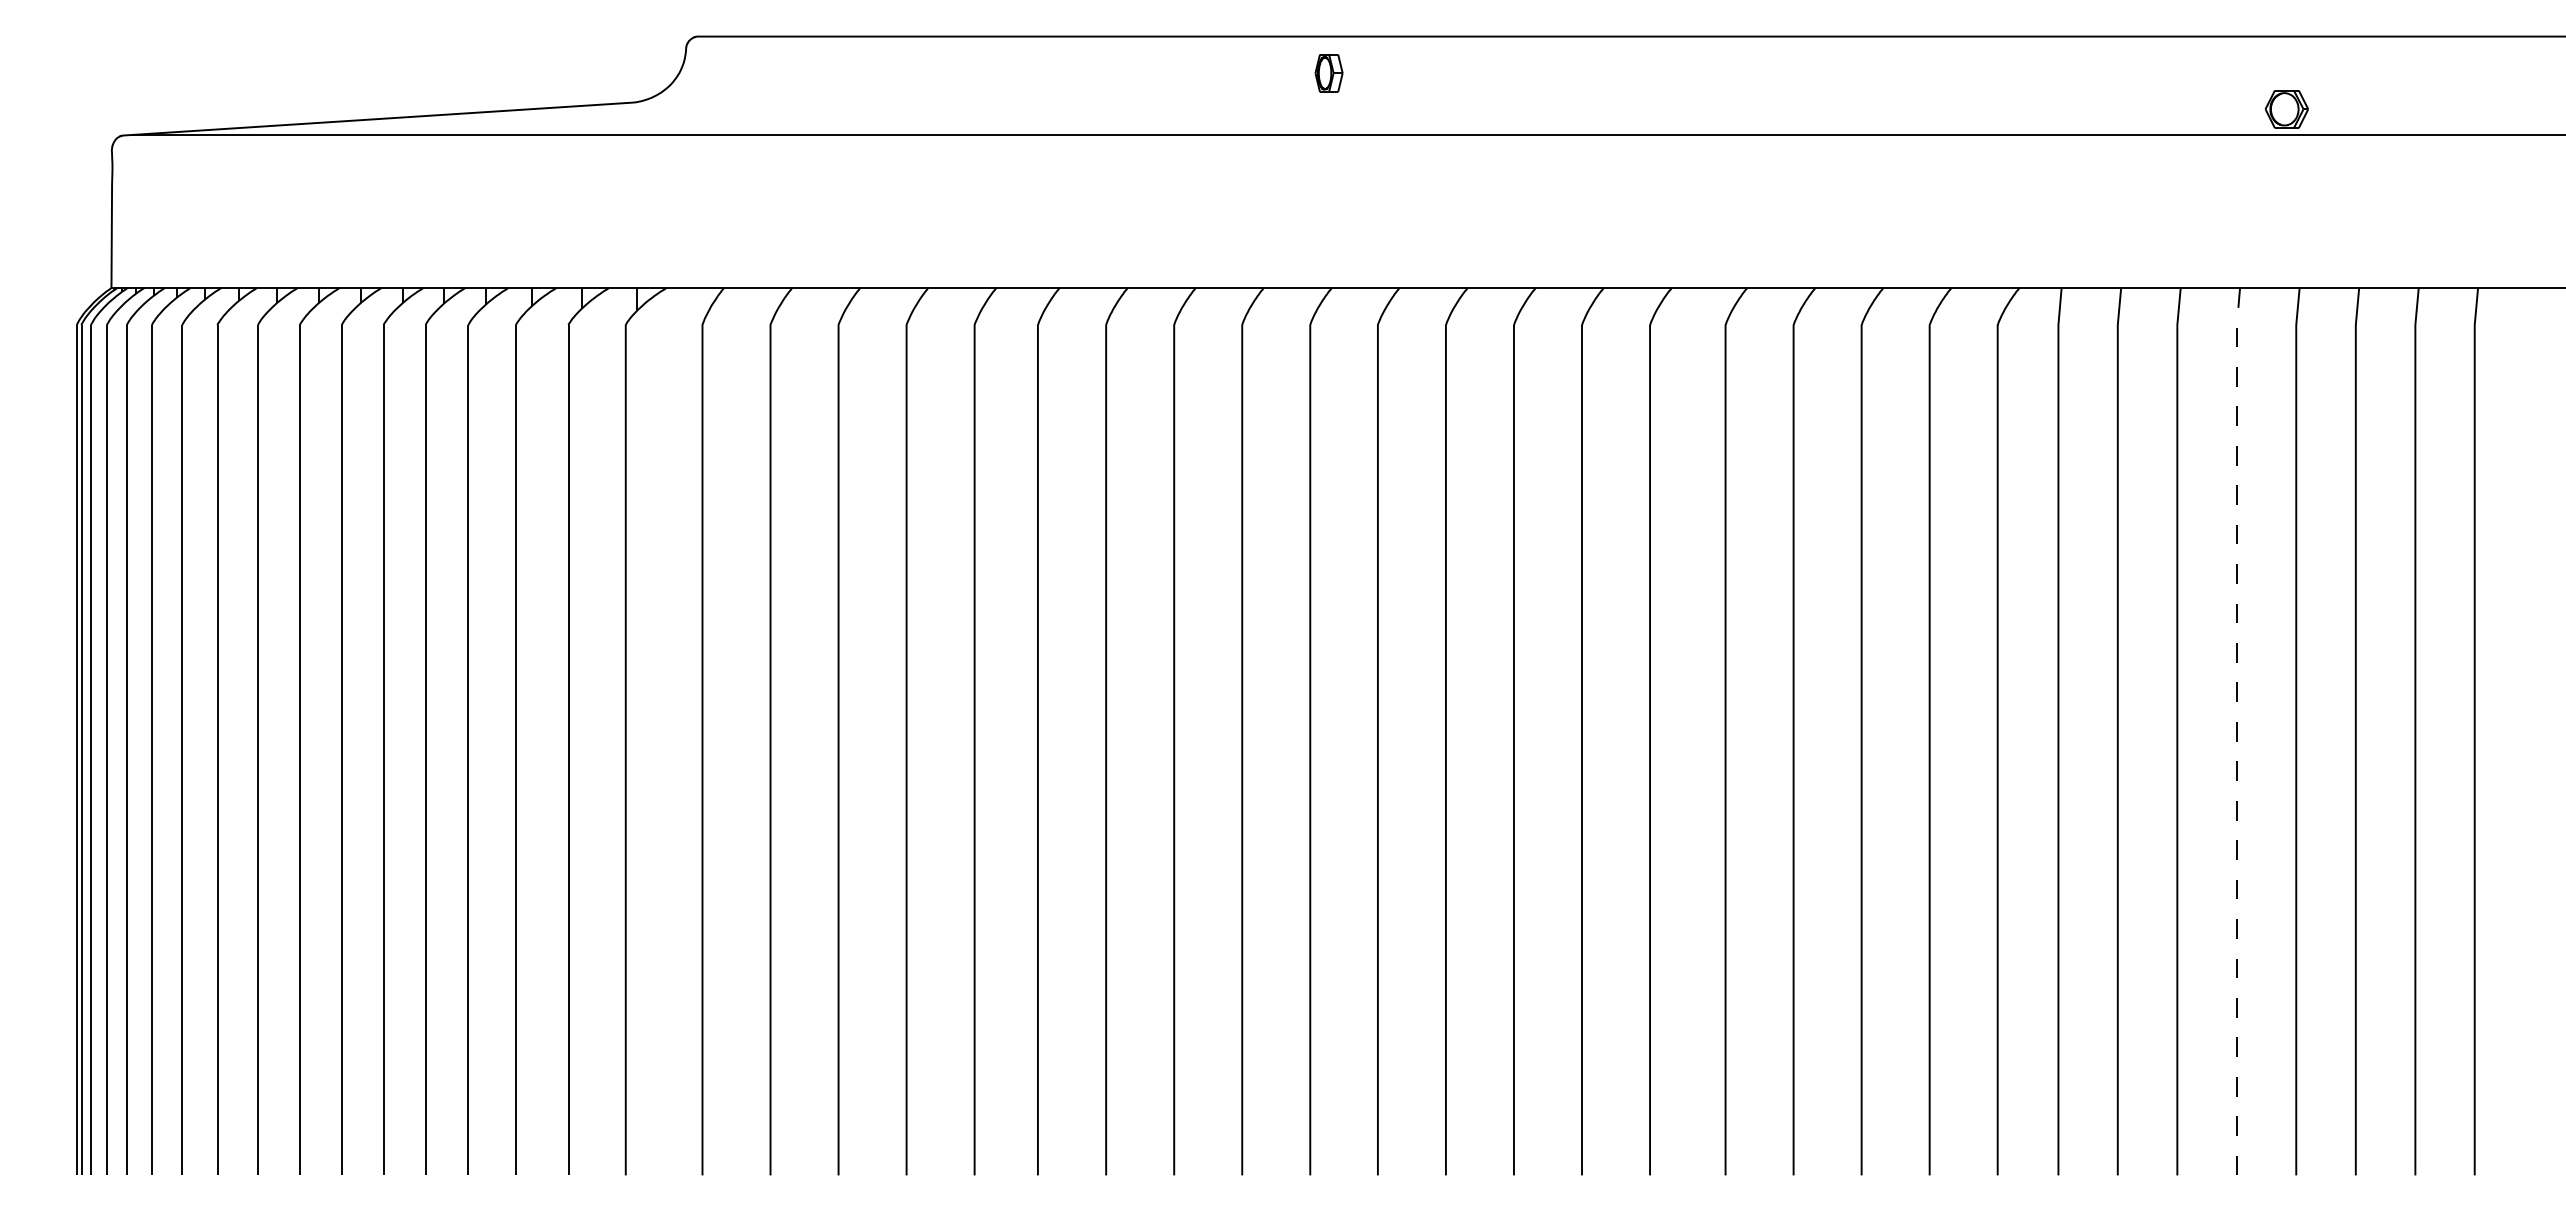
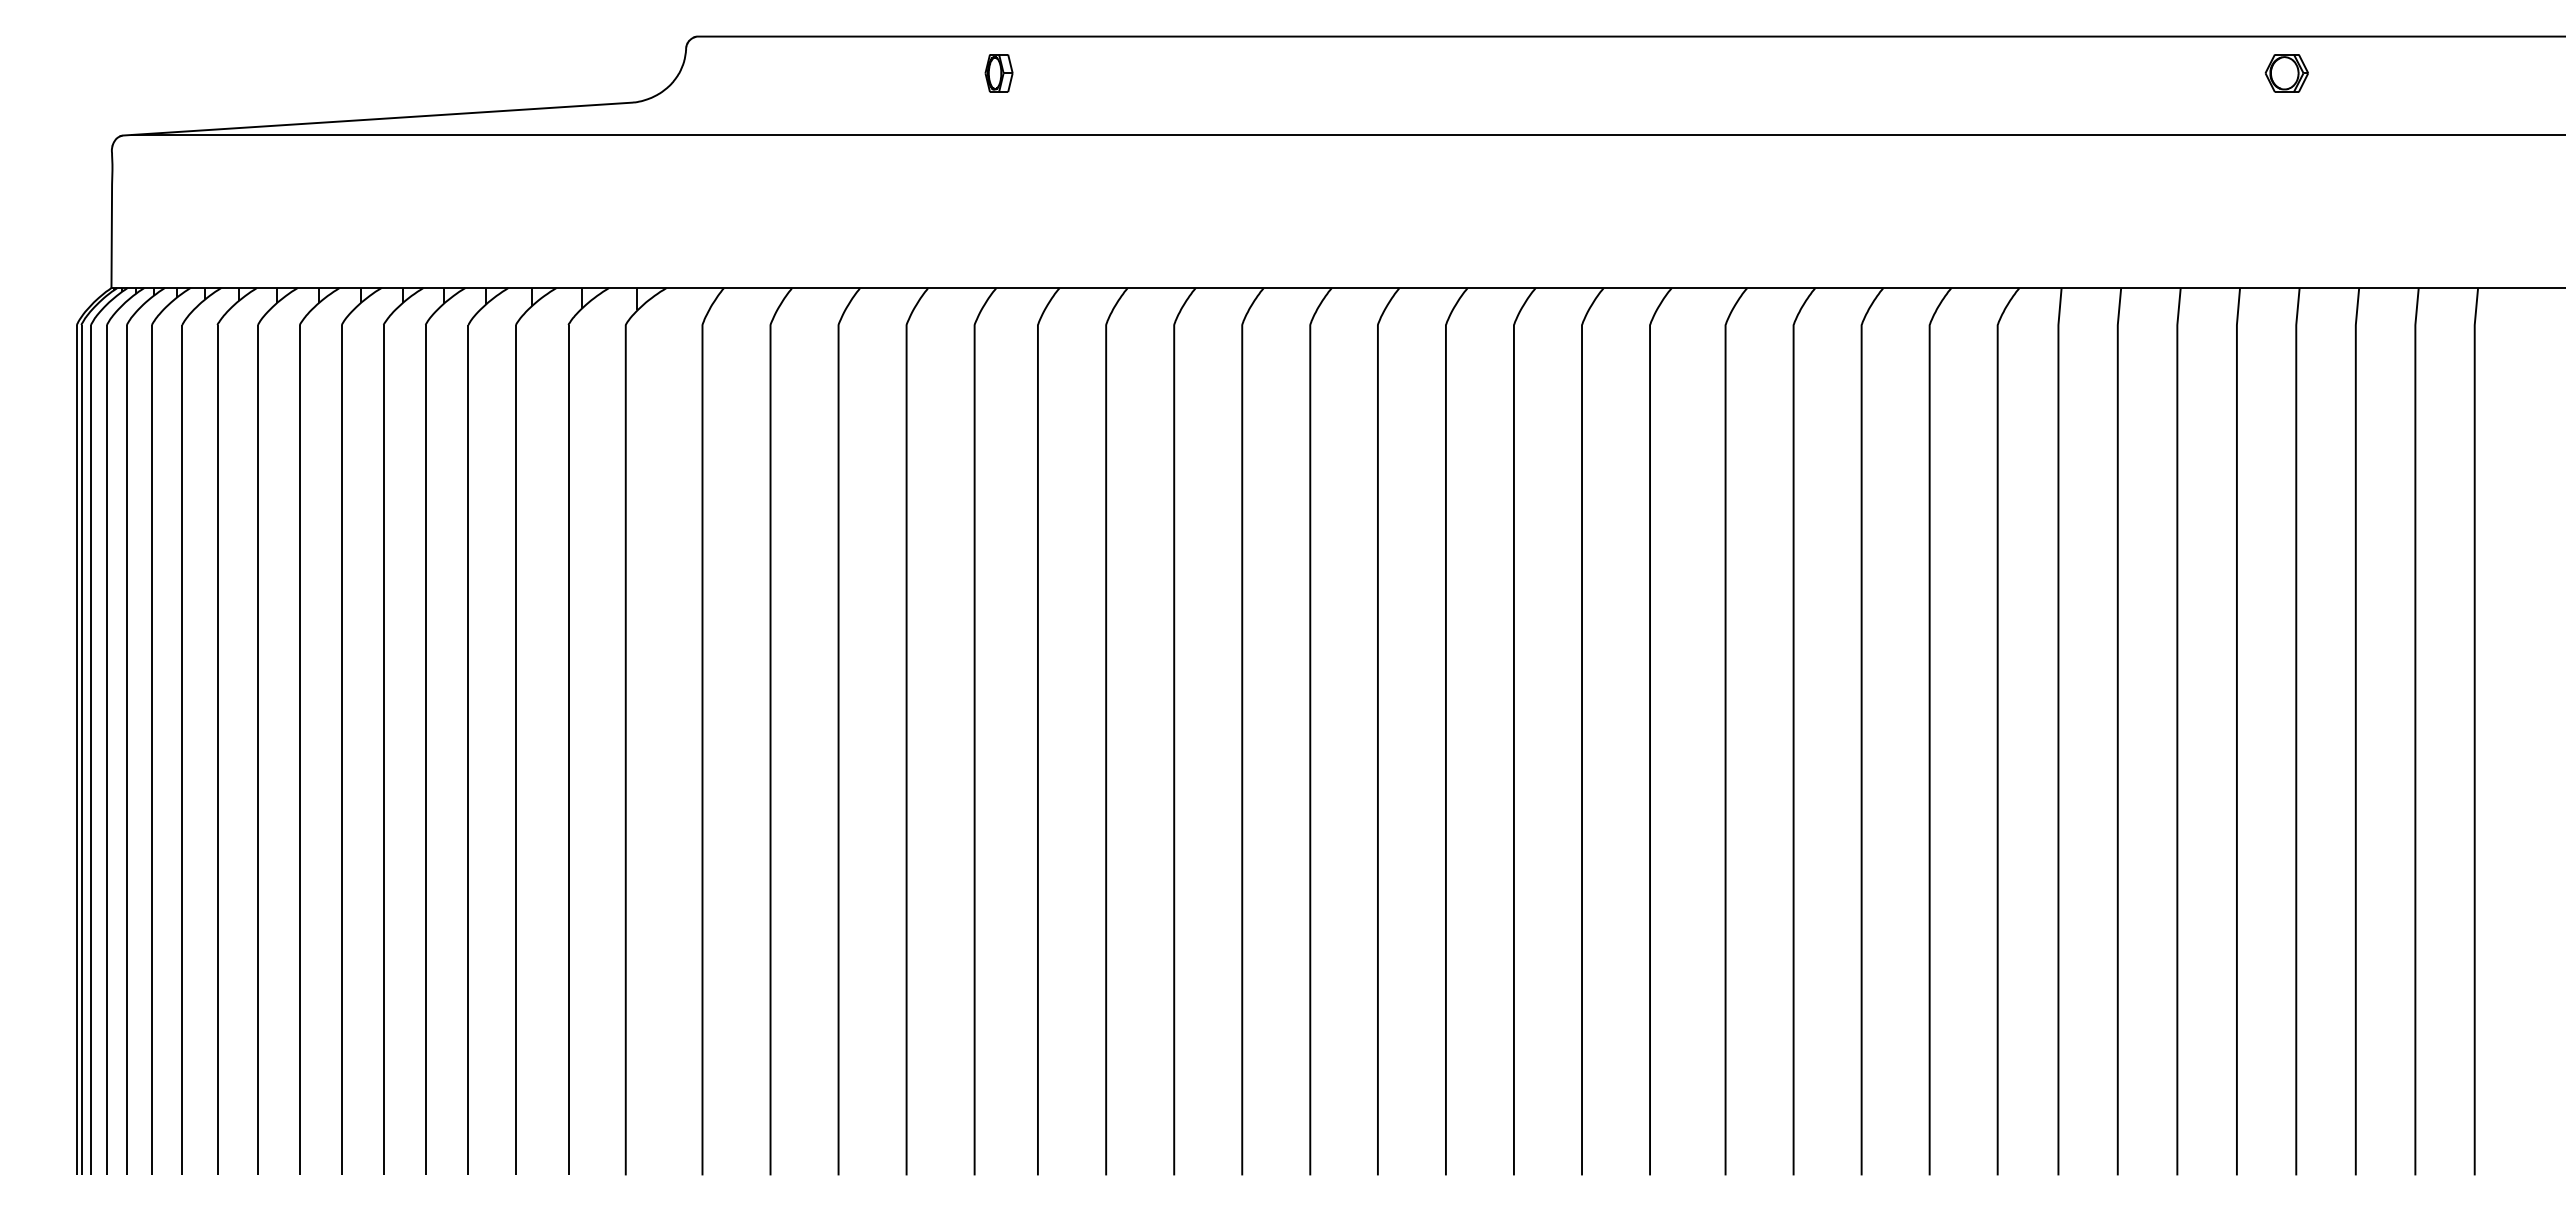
part at (1328, 73) position: (1328, 73) -> (998, 73)
part at (2286, 109) position: (2286, 109) -> (2286, 73)
line at (2236, 730): dashed -> solid
